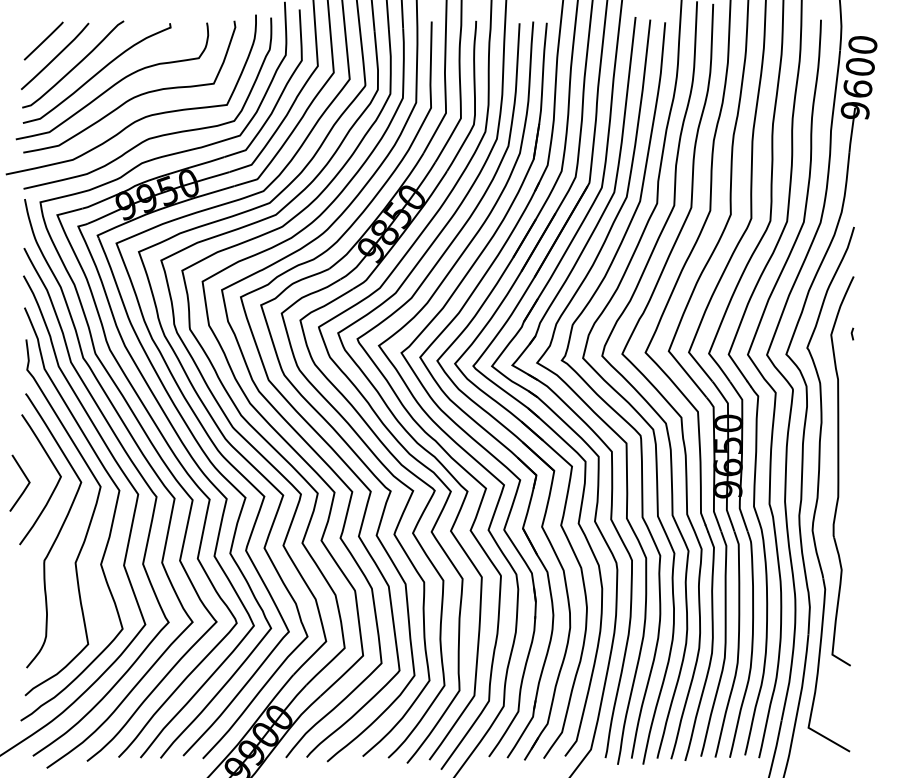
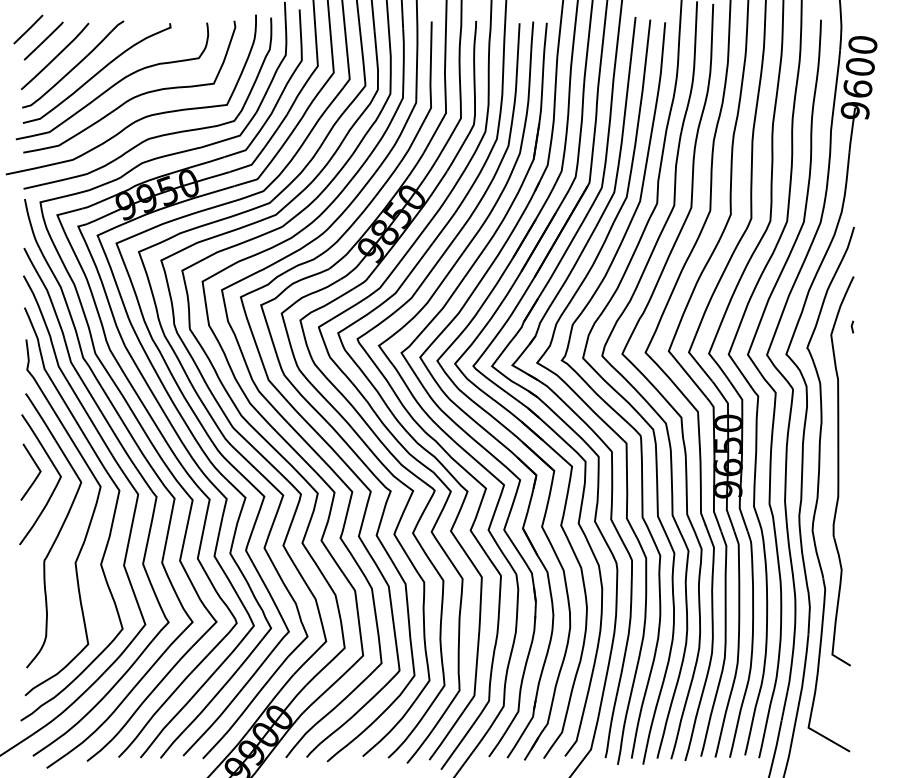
line at (28, 29): none -> present
line at (852, 333) position: (852, 333) -> (852, 326)
line at (26, 479) position: (26, 479) -> (37, 468)
